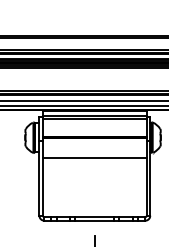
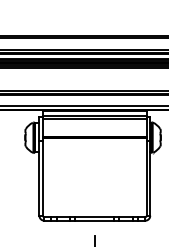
line at (83, 101): present -> none
line at (94, 158): present -> none
